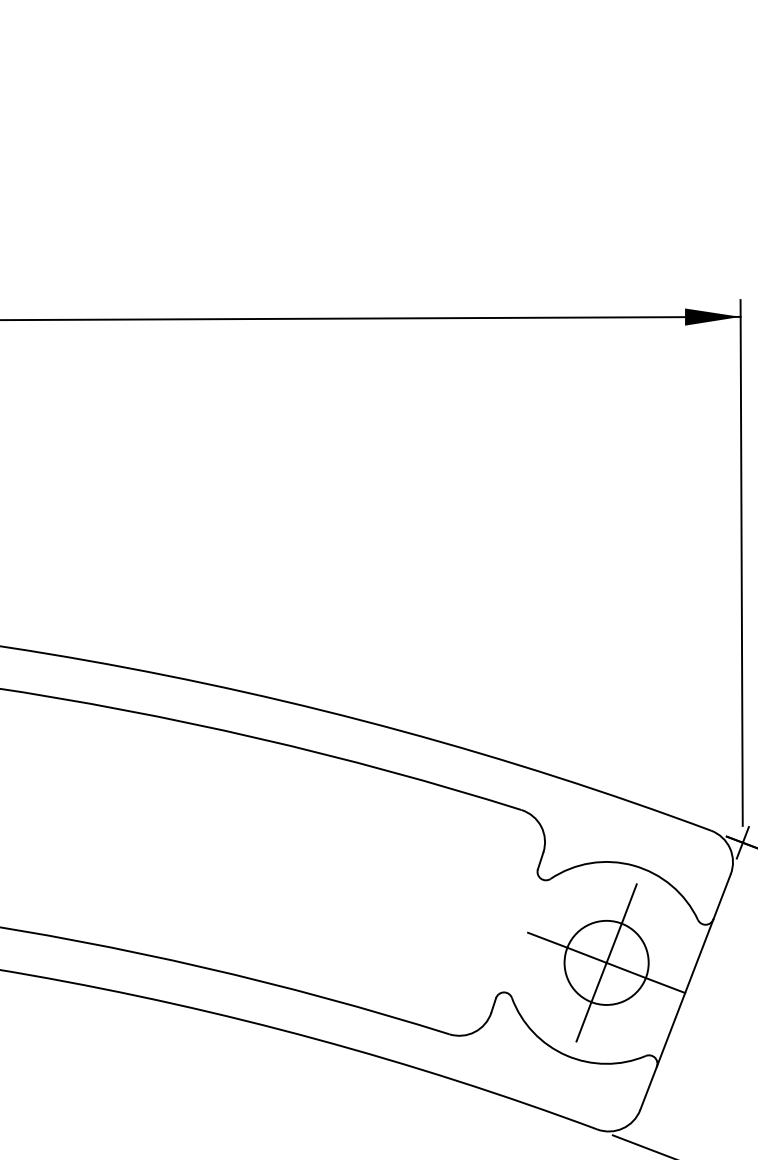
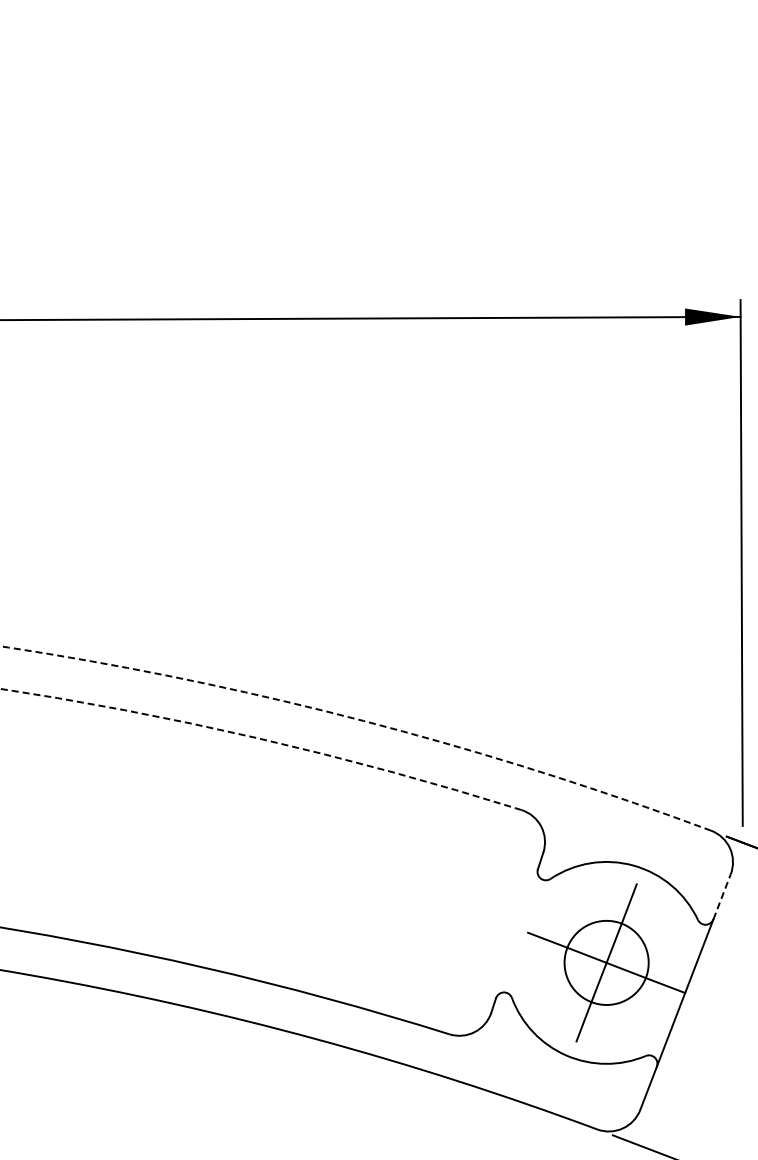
arc at (359, 720): solid -> dashed
arc at (262, 739): solid -> dashed
line at (742, 842): present -> none
line at (722, 896): solid -> dashed
